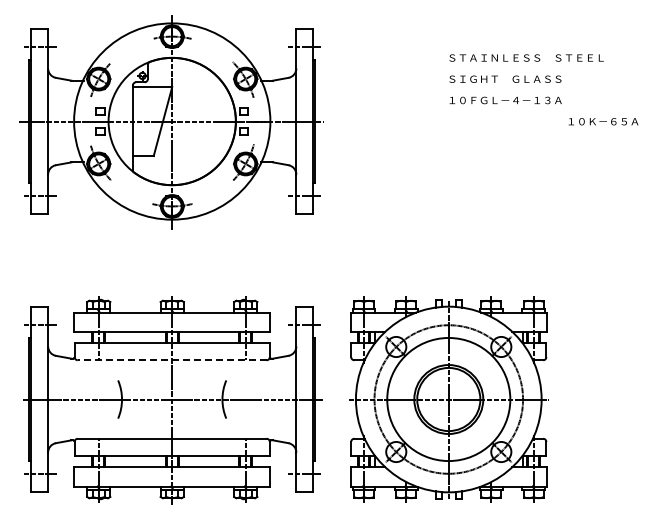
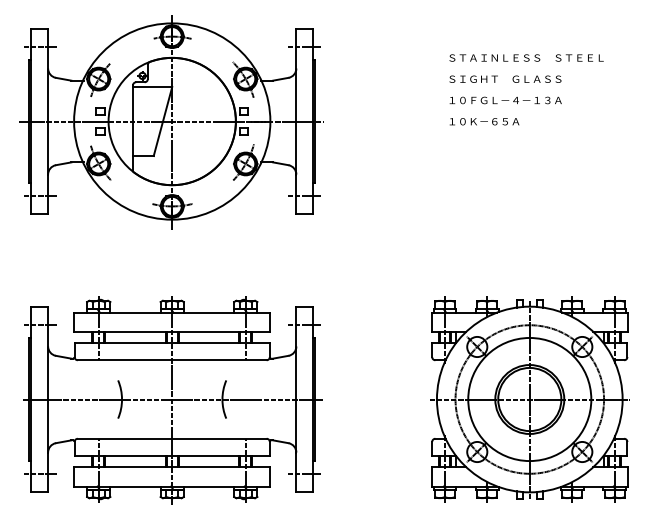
text at (603, 121) position: (603, 121) -> (484, 121)
line at (171, 360): dashed -> solid
part at (448, 399) position: (448, 399) -> (529, 399)
